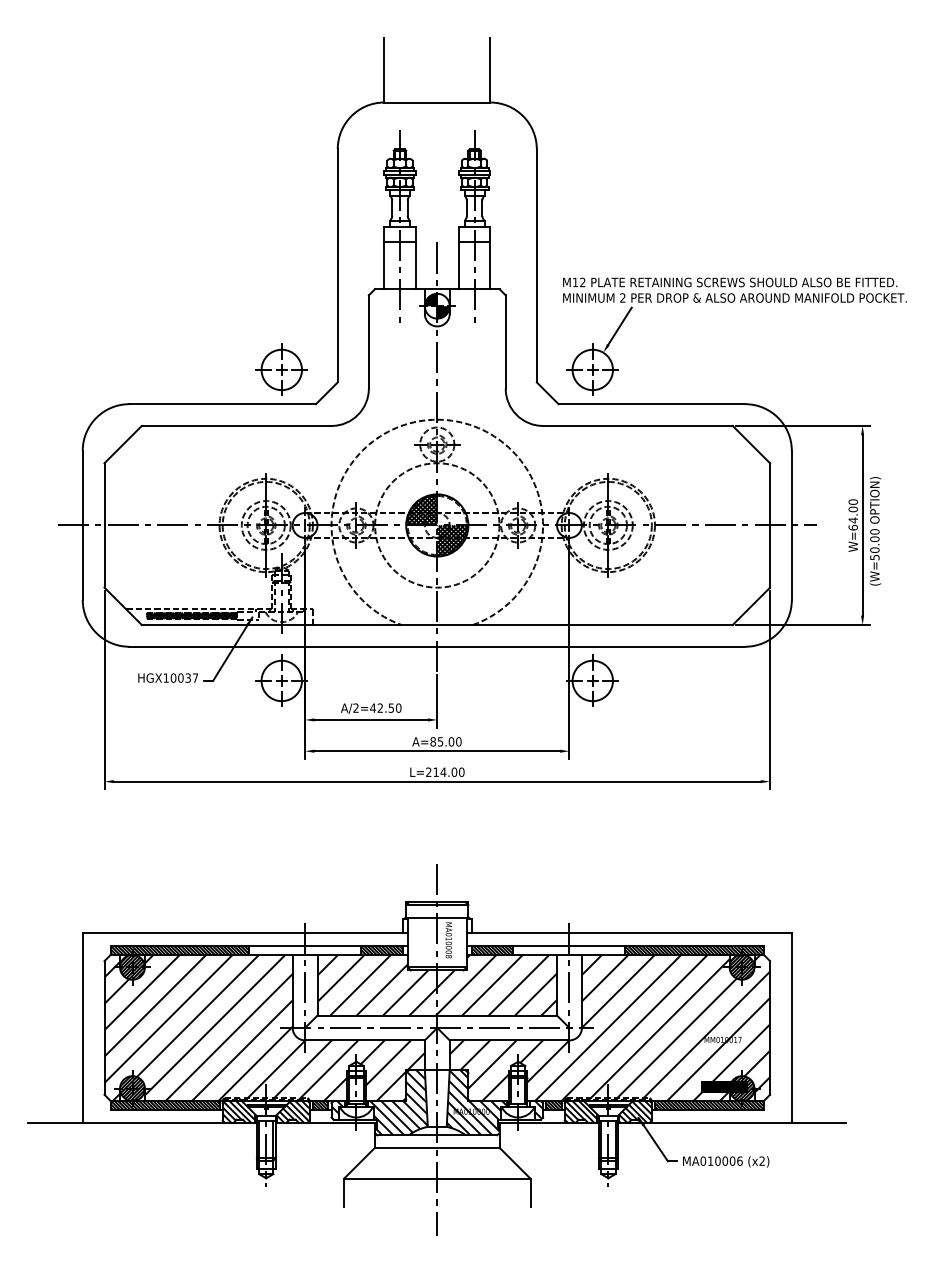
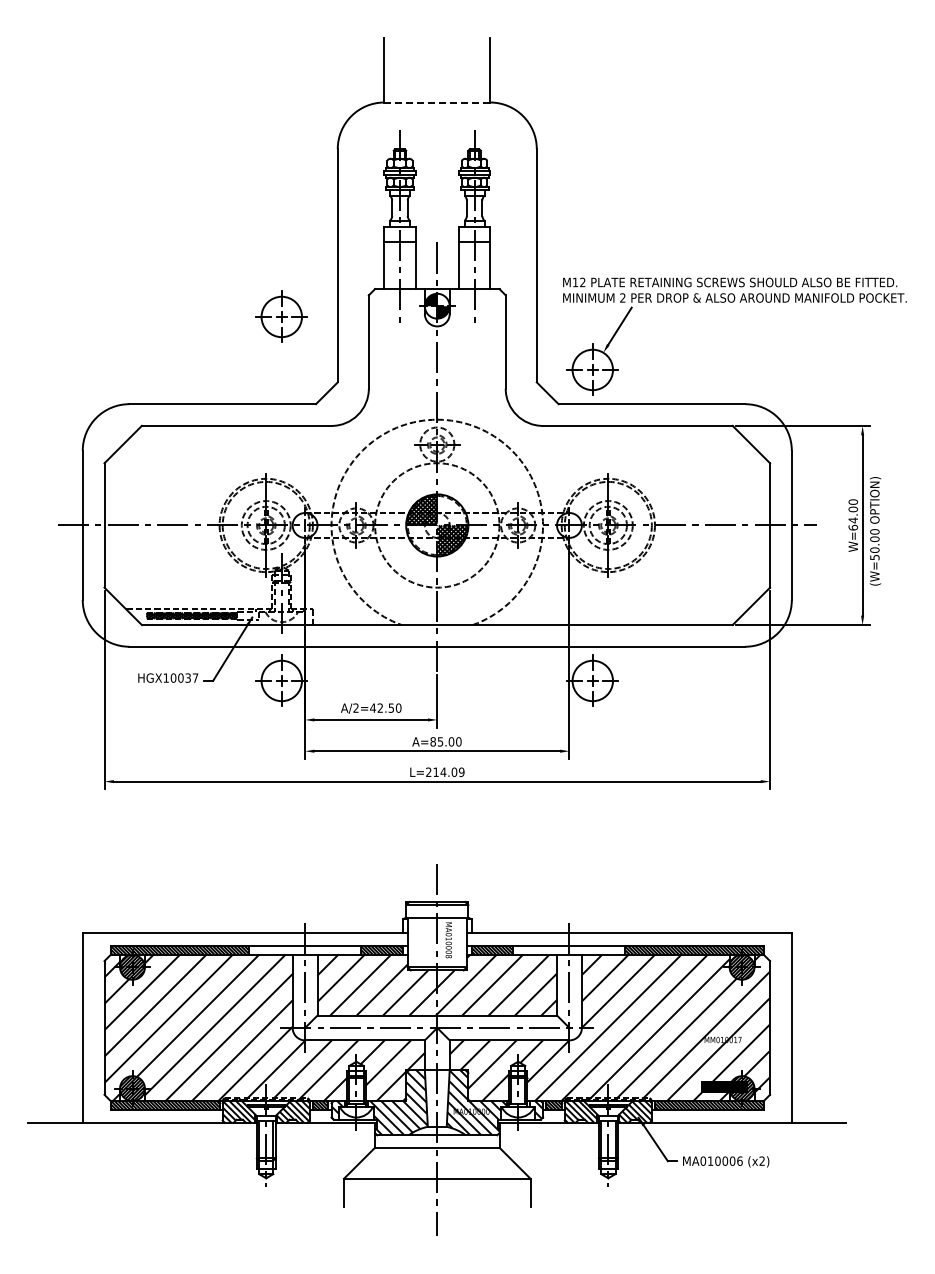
line at (437, 102): solid -> dashed
part at (281, 369) position: (281, 369) -> (281, 316)
text at (461, 771): L=214.00 -> L=214.09
